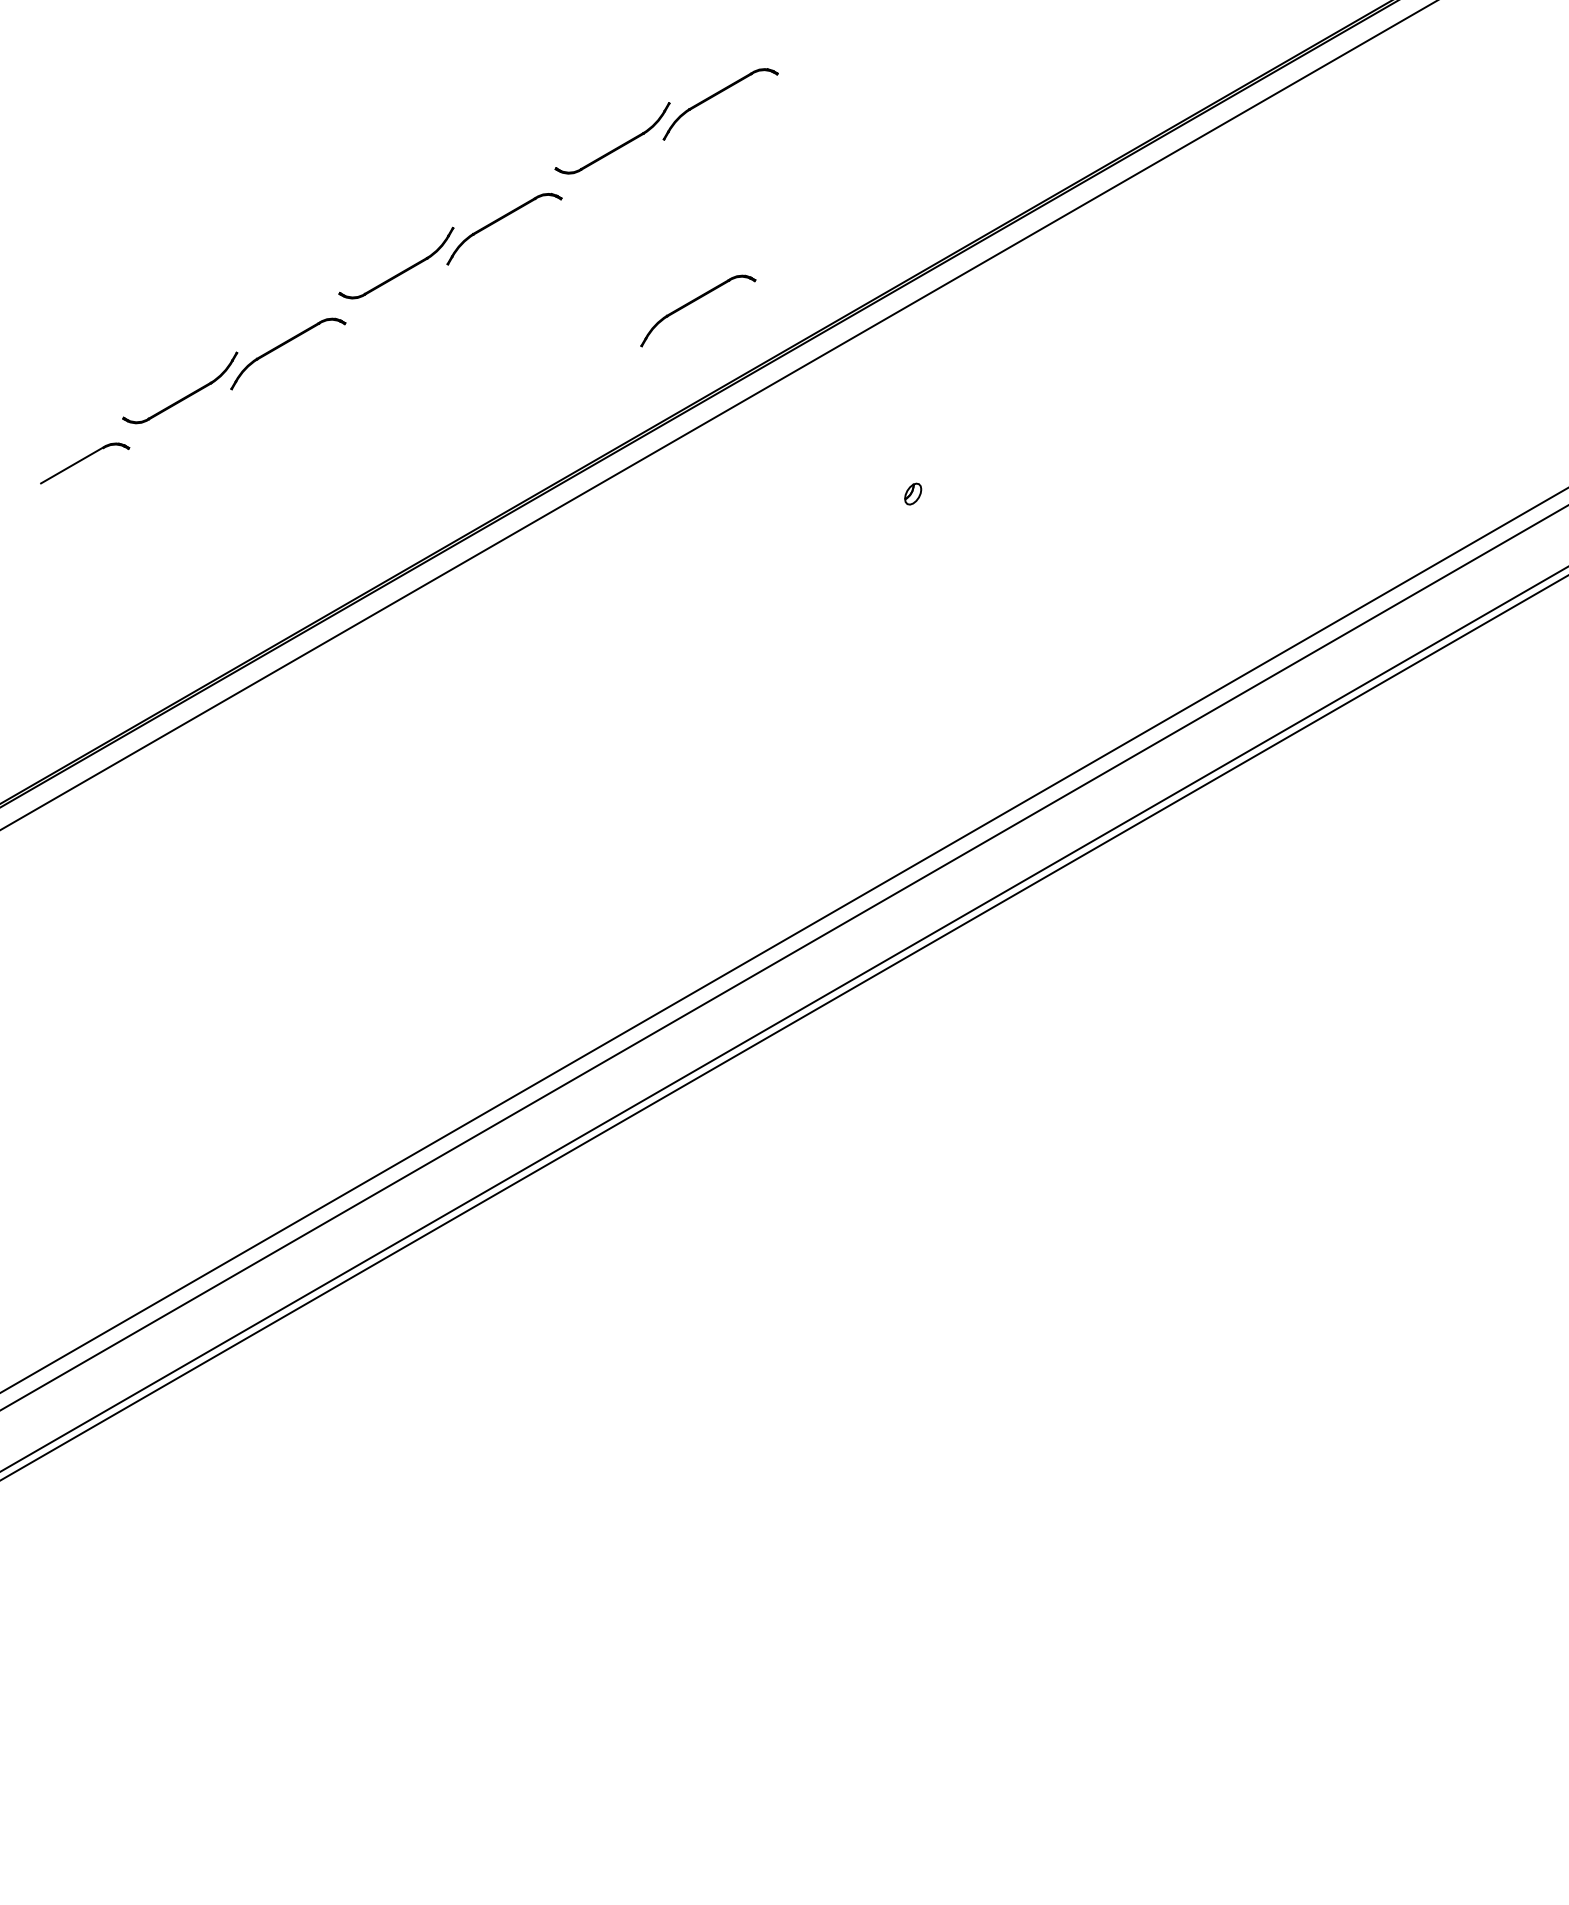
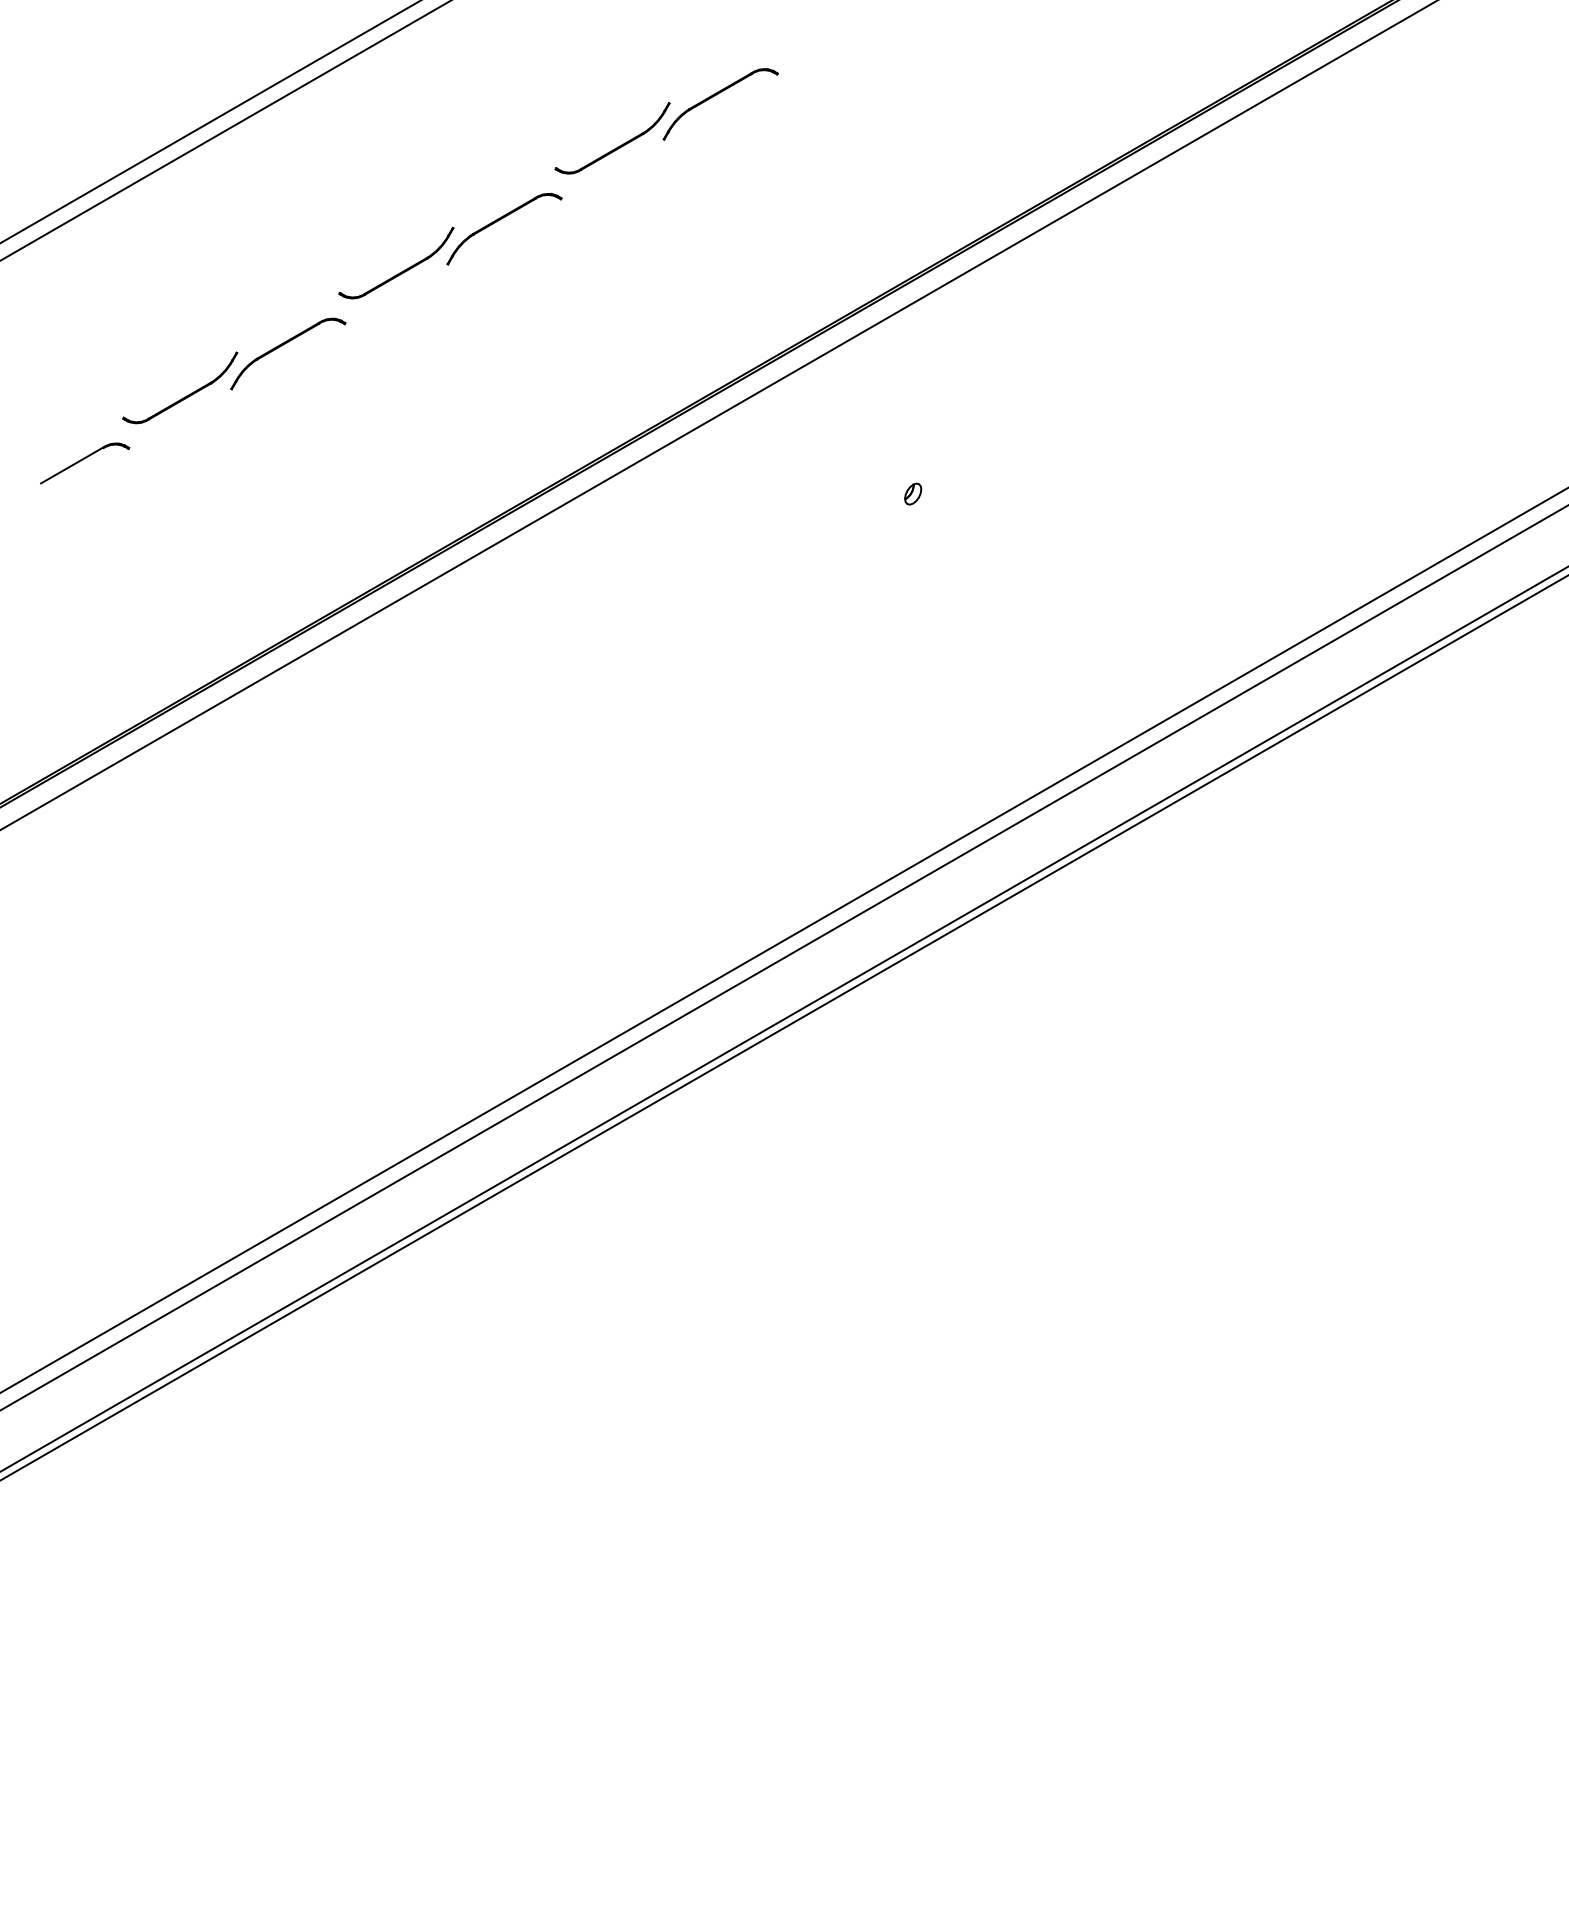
line at (210, 122): none -> present
line at (225, 130): none -> present
part at (693, 302): present -> none
